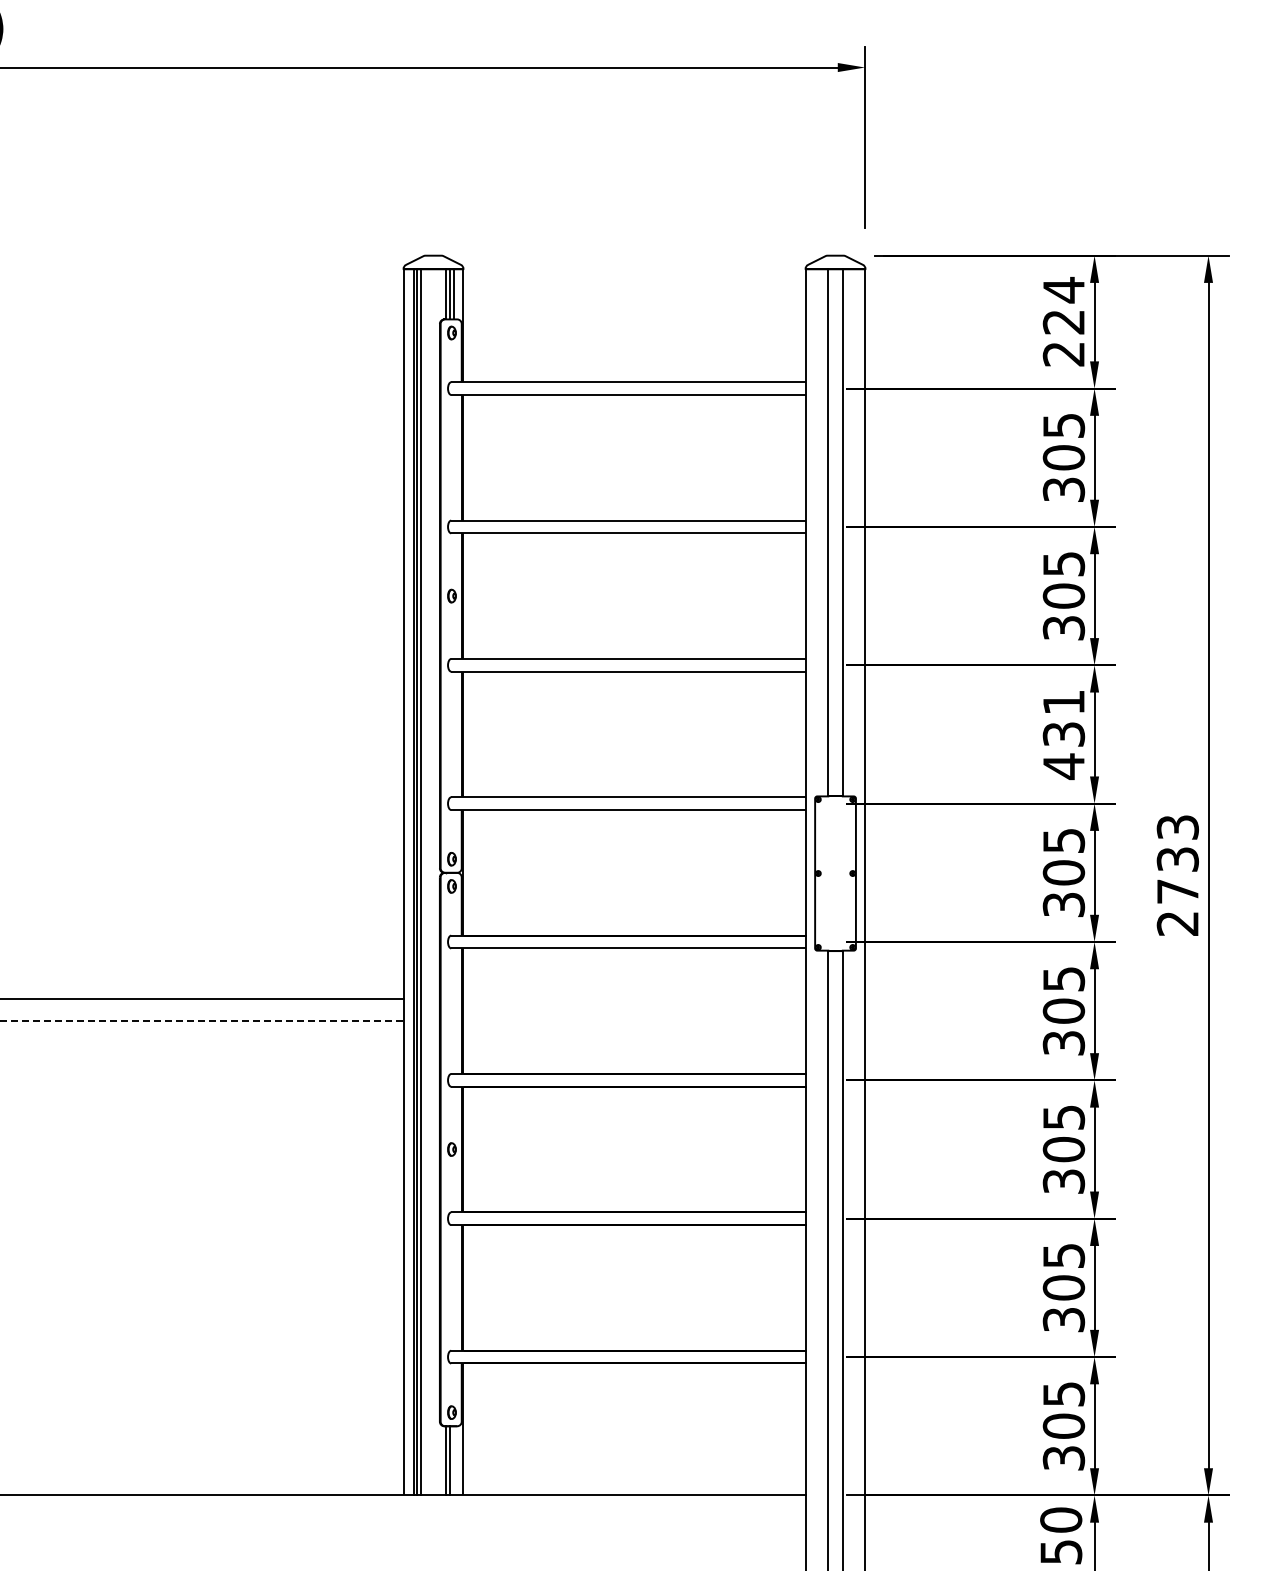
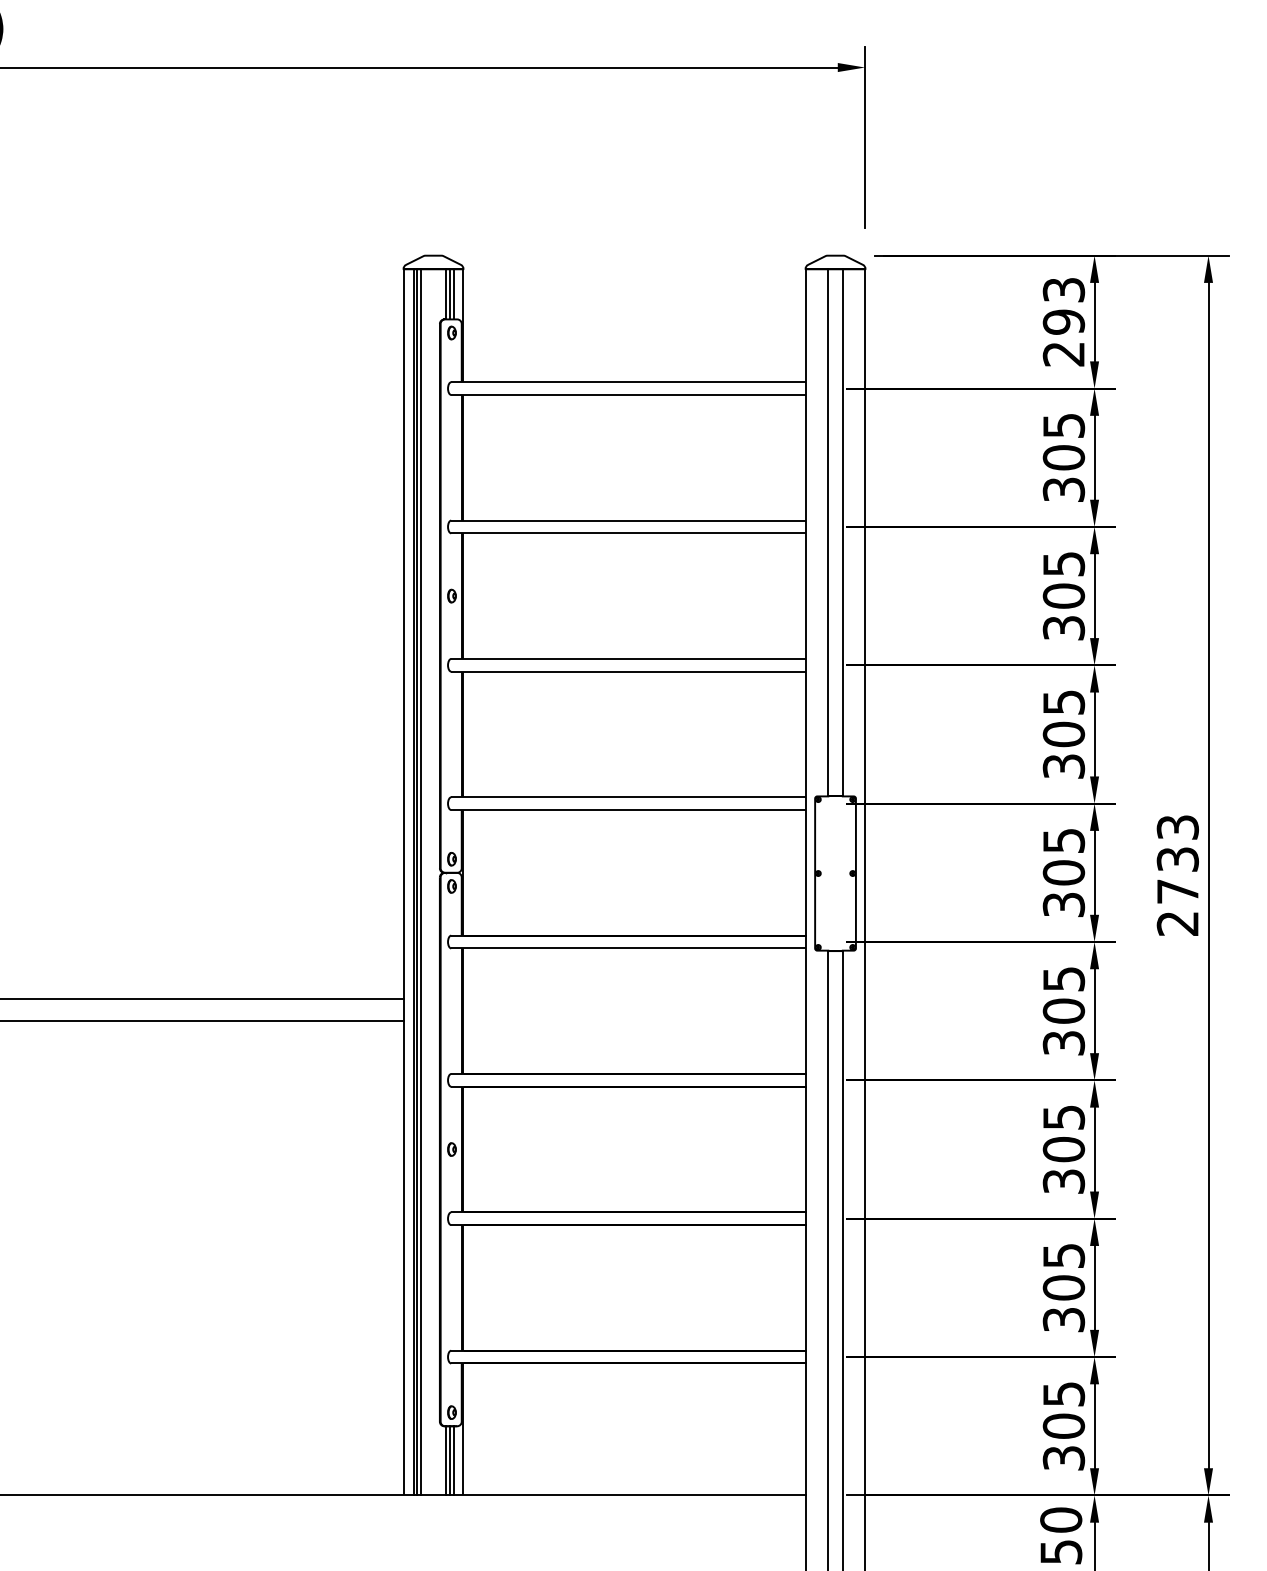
text at (1063, 305): 224 -> 293
text at (1063, 735): 431 -> 305
line at (202, 1021): dashed -> solid
line at (453, 1460): none -> present
